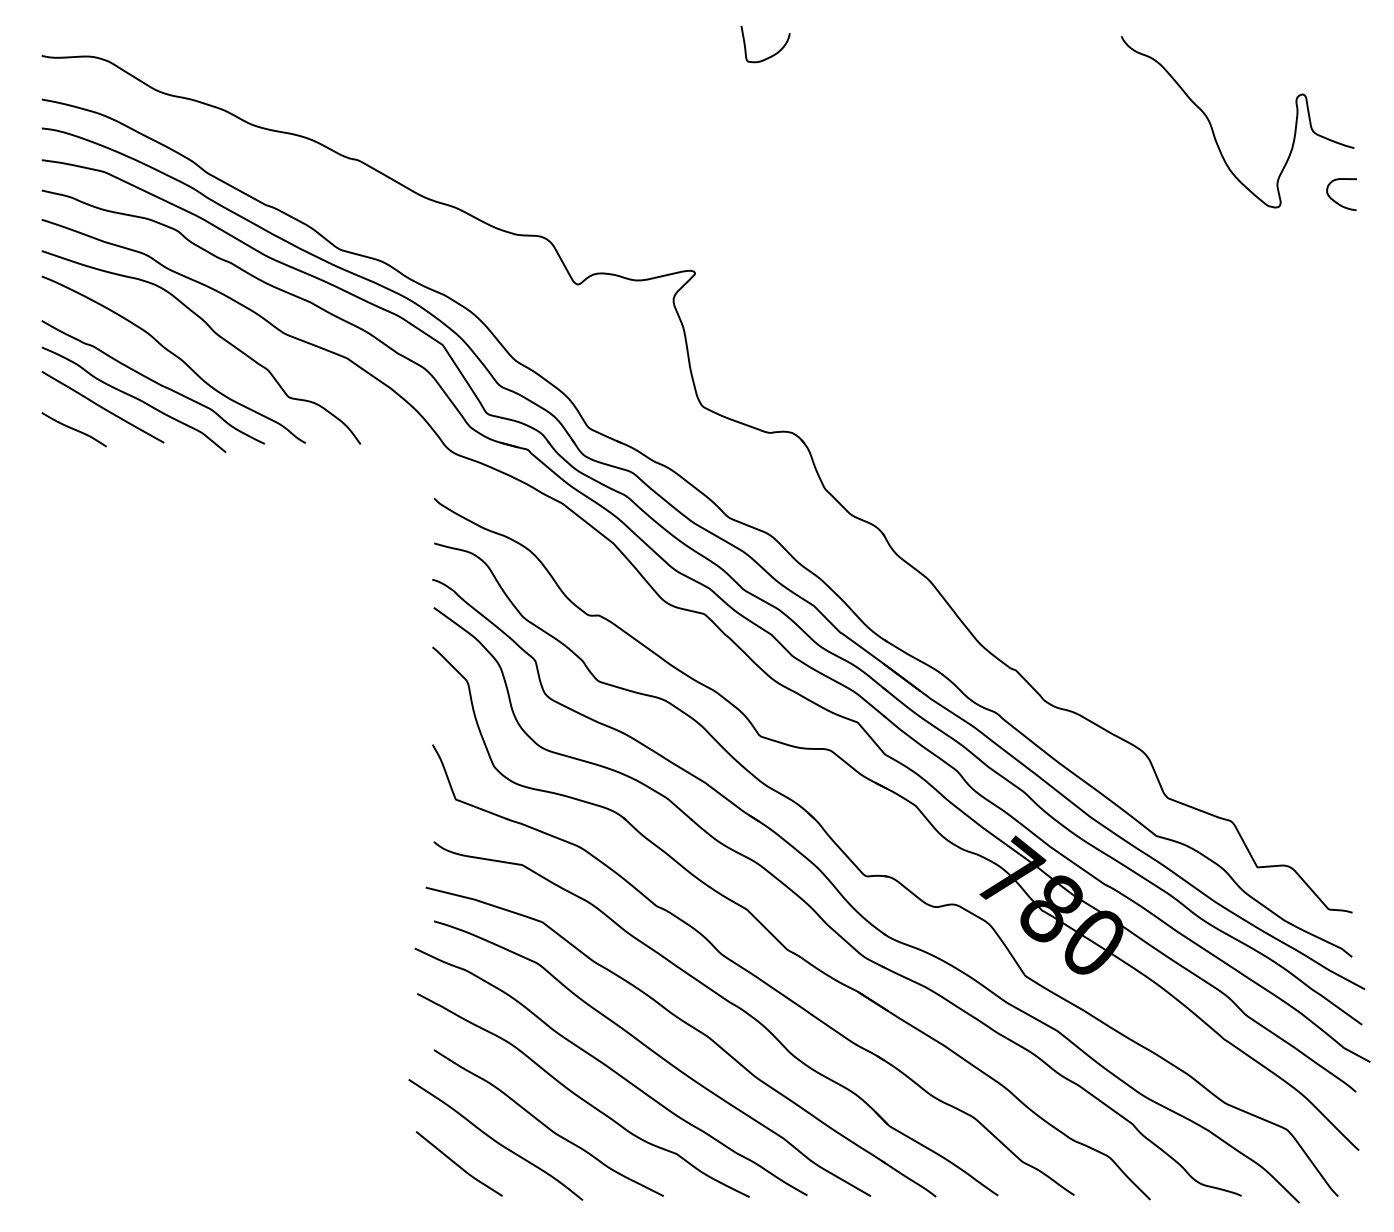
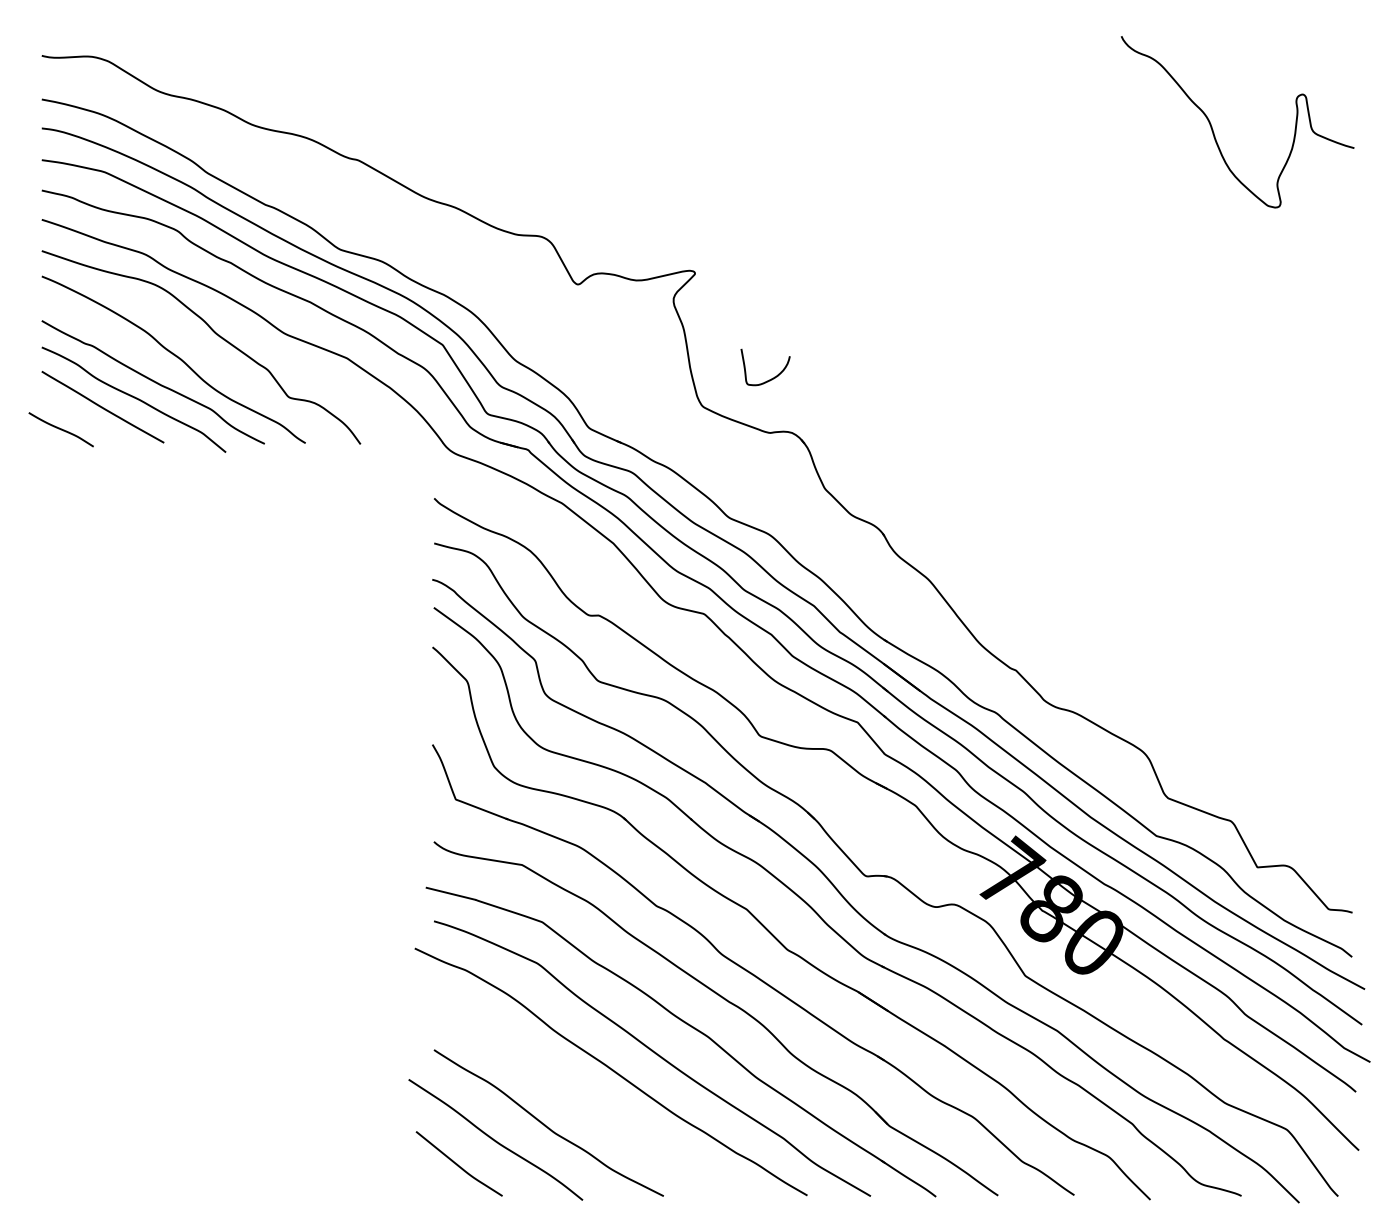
curve at (771, 55) position: (771, 55) -> (771, 378)
curve at (1335, 200): present -> none
curve at (73, 429) position: (73, 429) -> (60, 429)
curve at (581, 1097): present -> none
